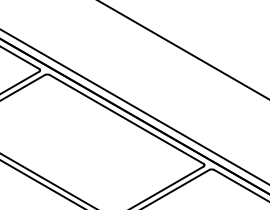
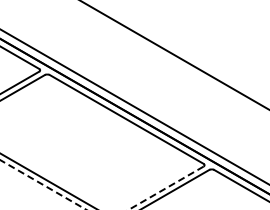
line at (183, 49) position: (183, 49) -> (174, 55)
line at (43, 185): solid -> dashed
line at (165, 188): solid -> dashed
